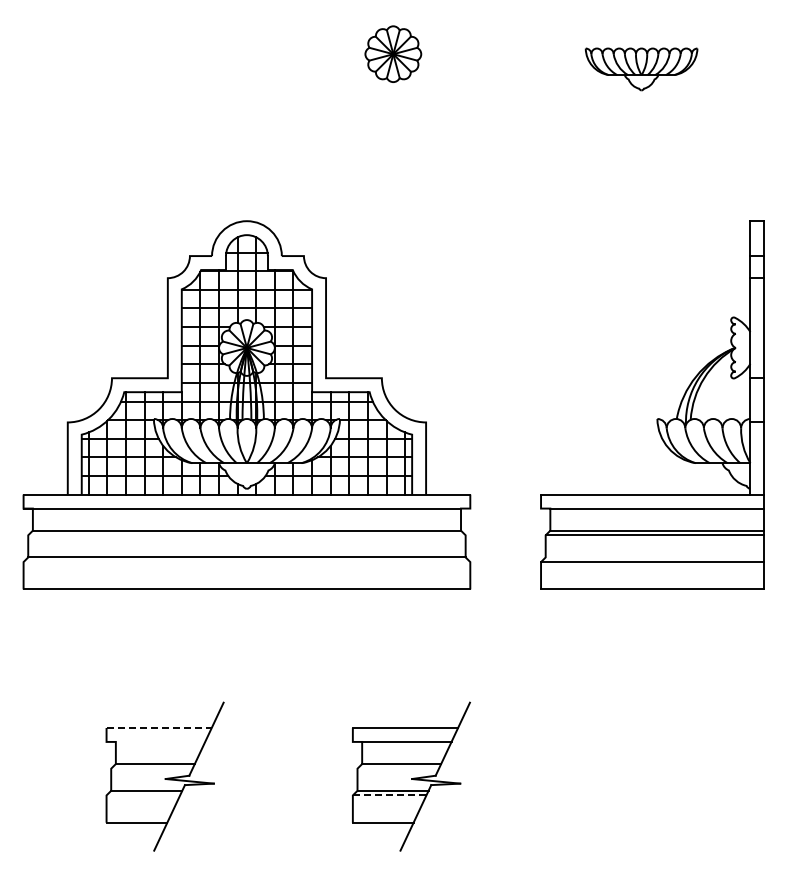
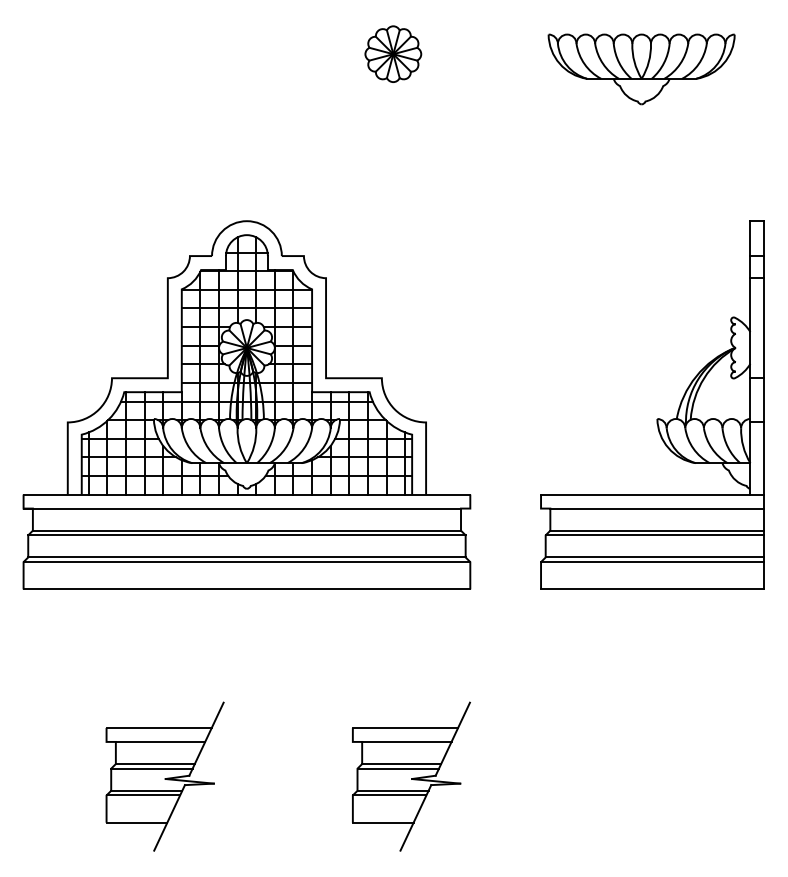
part at (641, 69) size: 115x45 px -> 189x73 px
line at (246, 535): none -> present
line at (654, 557): none -> present
line at (246, 562): none -> present
line at (159, 727): dashed -> solid
line at (160, 741): none -> present
line at (151, 768): none -> present
line at (397, 768): none -> present
line at (143, 795): none -> present
line at (389, 795): dashed -> solid
